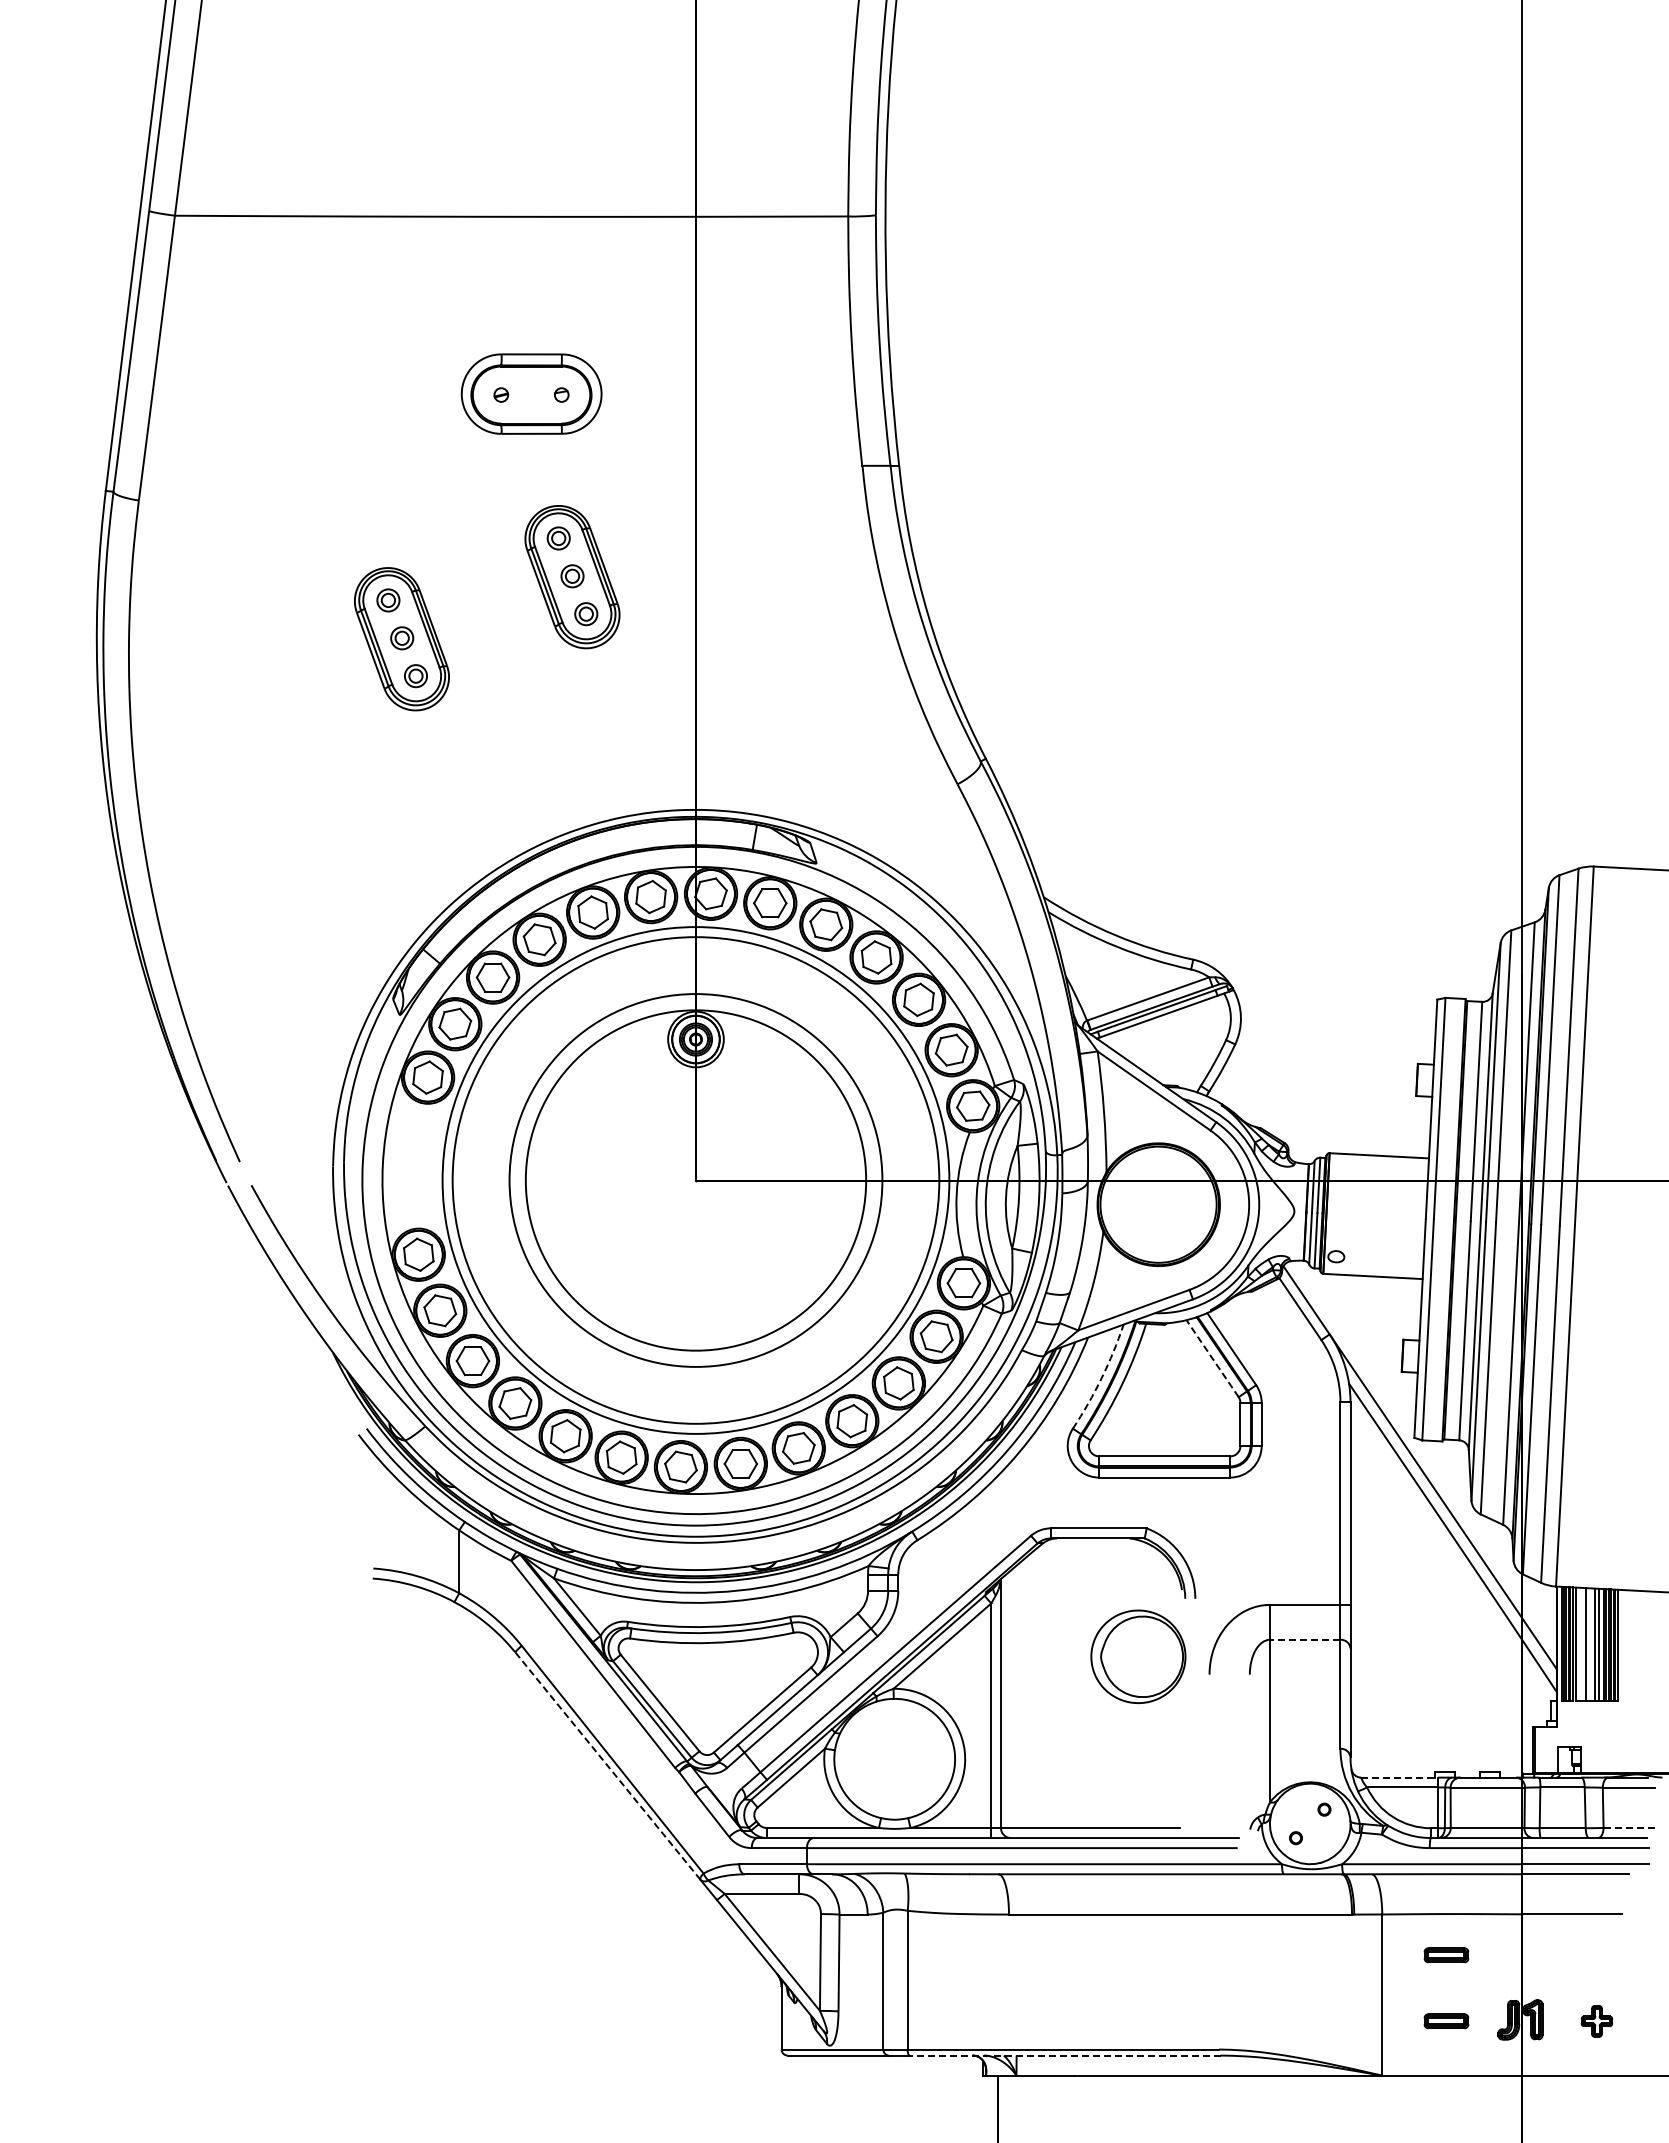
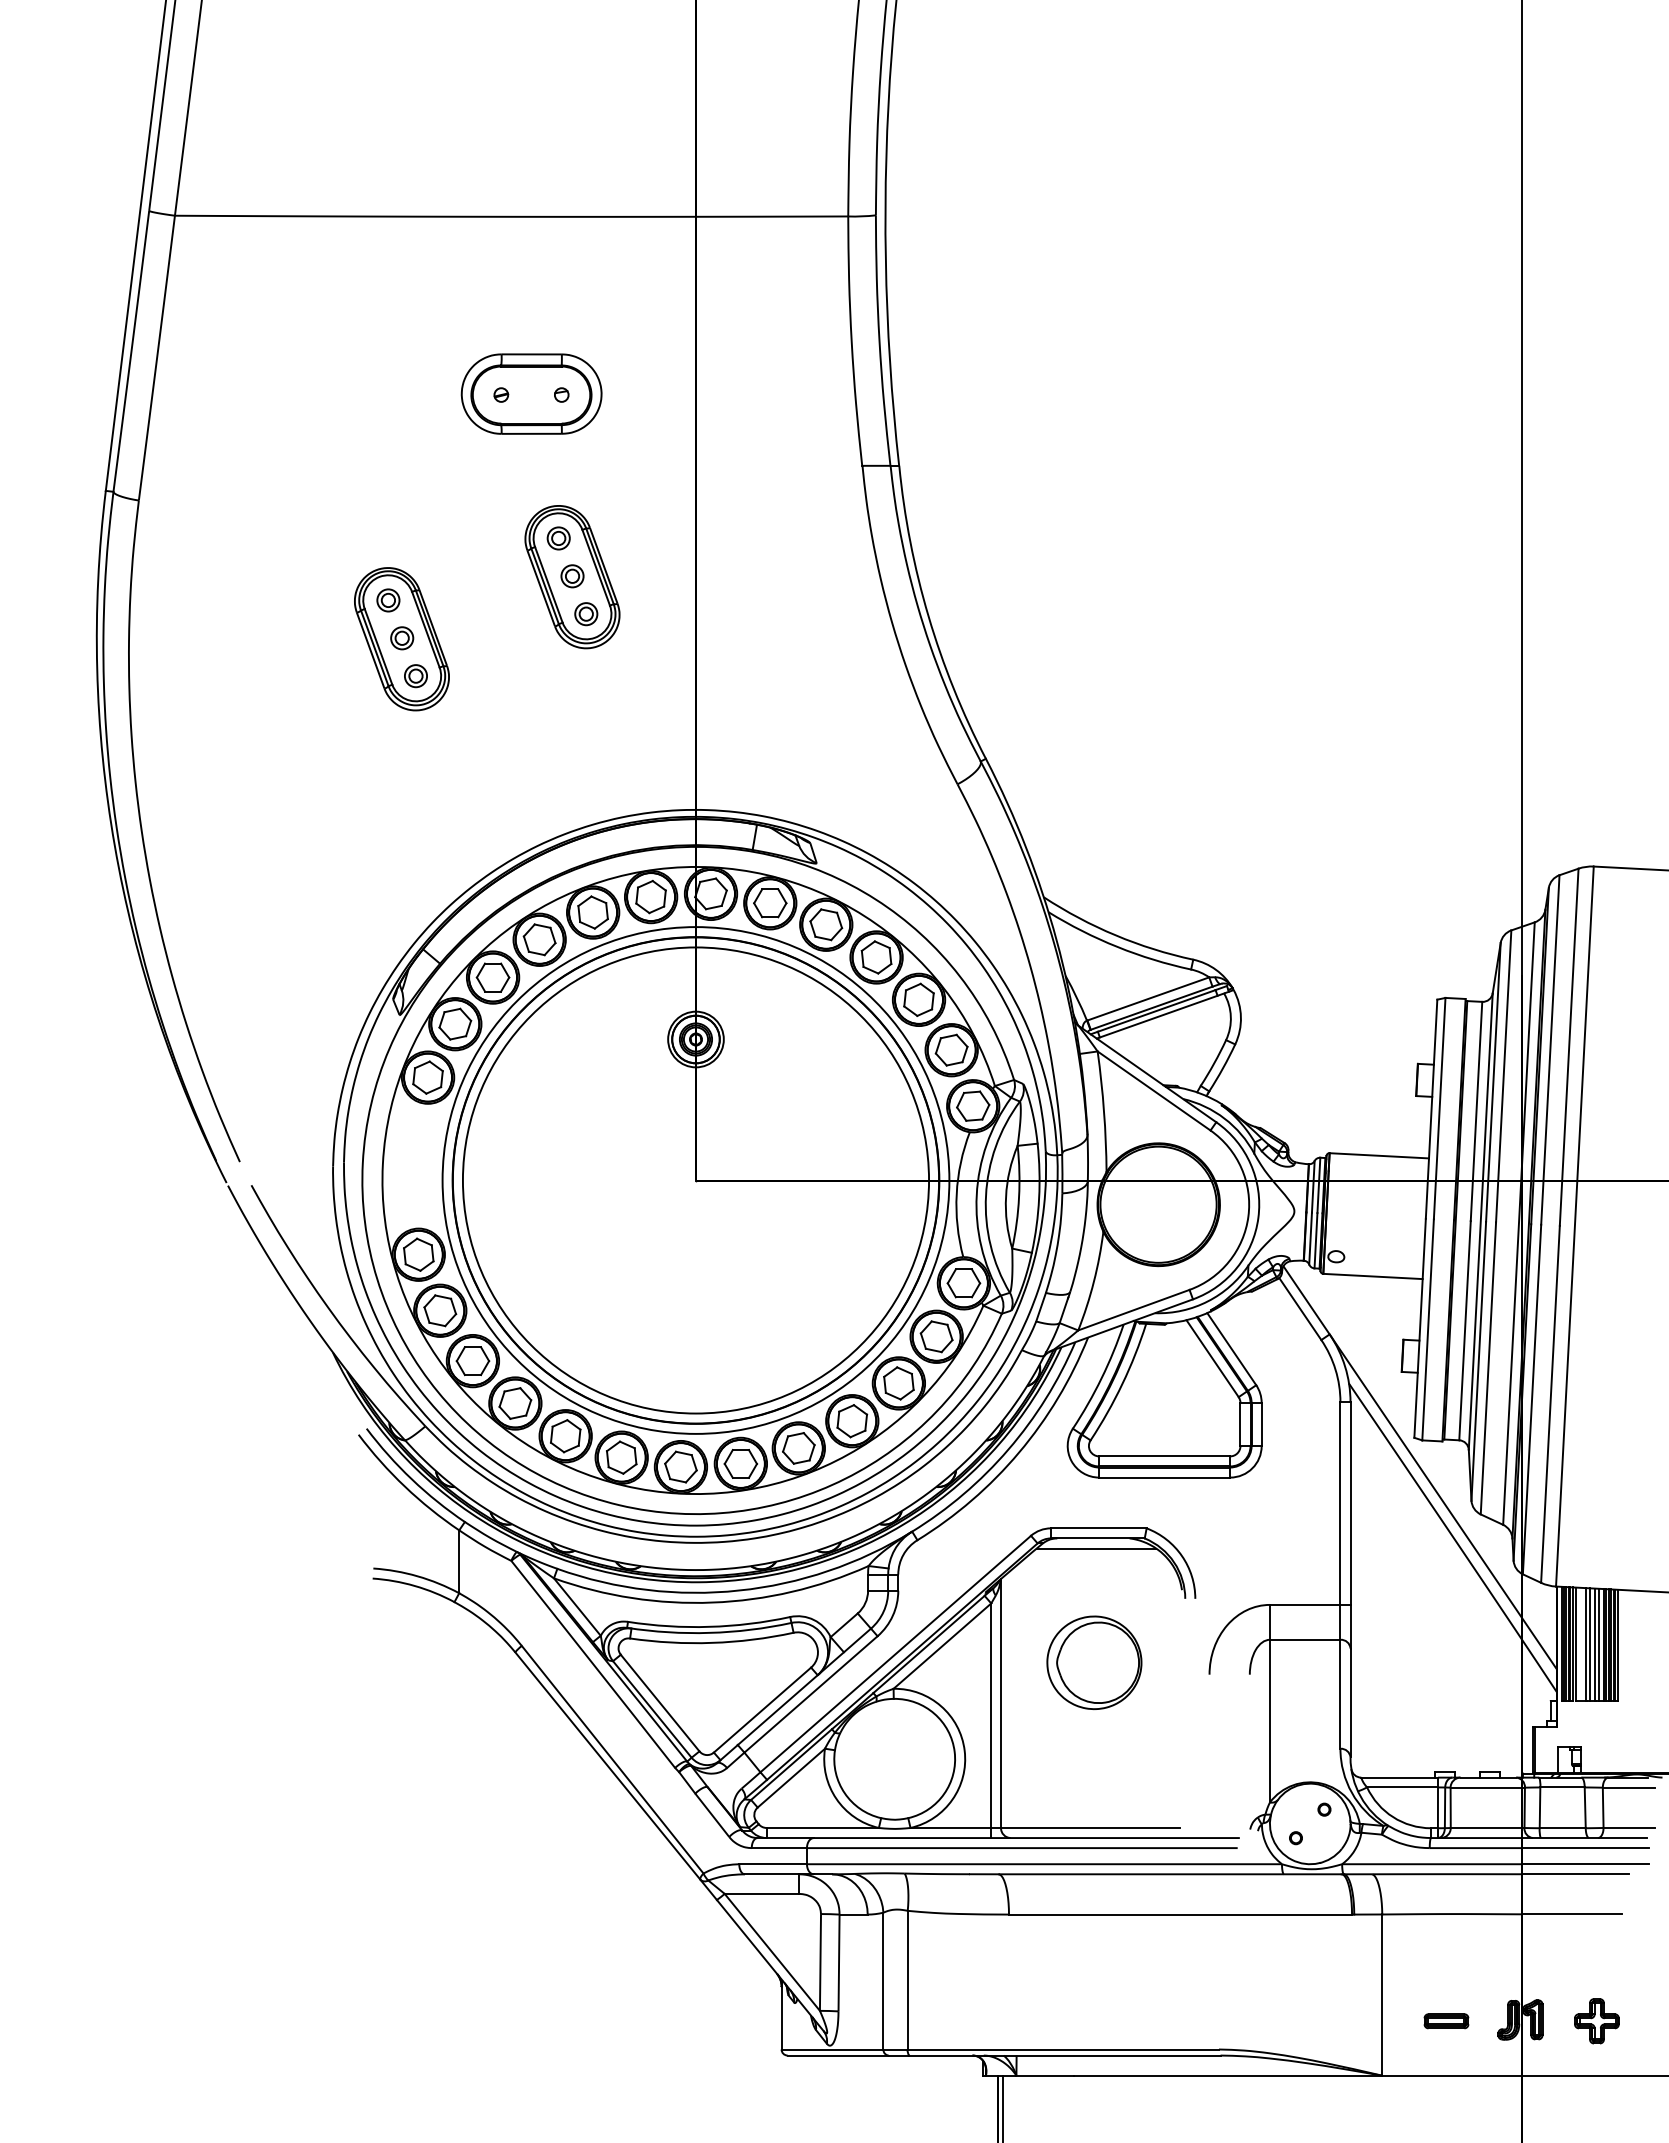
circle at (695, 1180) diameter: 340 px -> 486 px
circle at (695, 1180) diameter: 373 px -> 466 px
line at (1212, 1358): dashed -> solid
arc at (1101, 1378): dashed -> solid
line at (1095, 1548): none -> present
line at (1304, 1639): dashed -> solid
line at (1589, 1644): none -> present
part at (1138, 1656) position: (1138, 1656) -> (1094, 1662)
line at (607, 1766): dashed -> solid
line at (1400, 1777): dashed -> solid
line at (1629, 1827): dashed -> solid
part at (1446, 1955): present -> none
part at (1596, 2021) size: 34x33 px -> 46x47 px
line at (1064, 2055): dashed -> solid
line at (1002, 2107): none -> present
